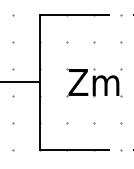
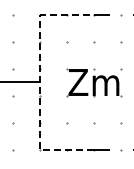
line at (40, 82): solid -> dashed
